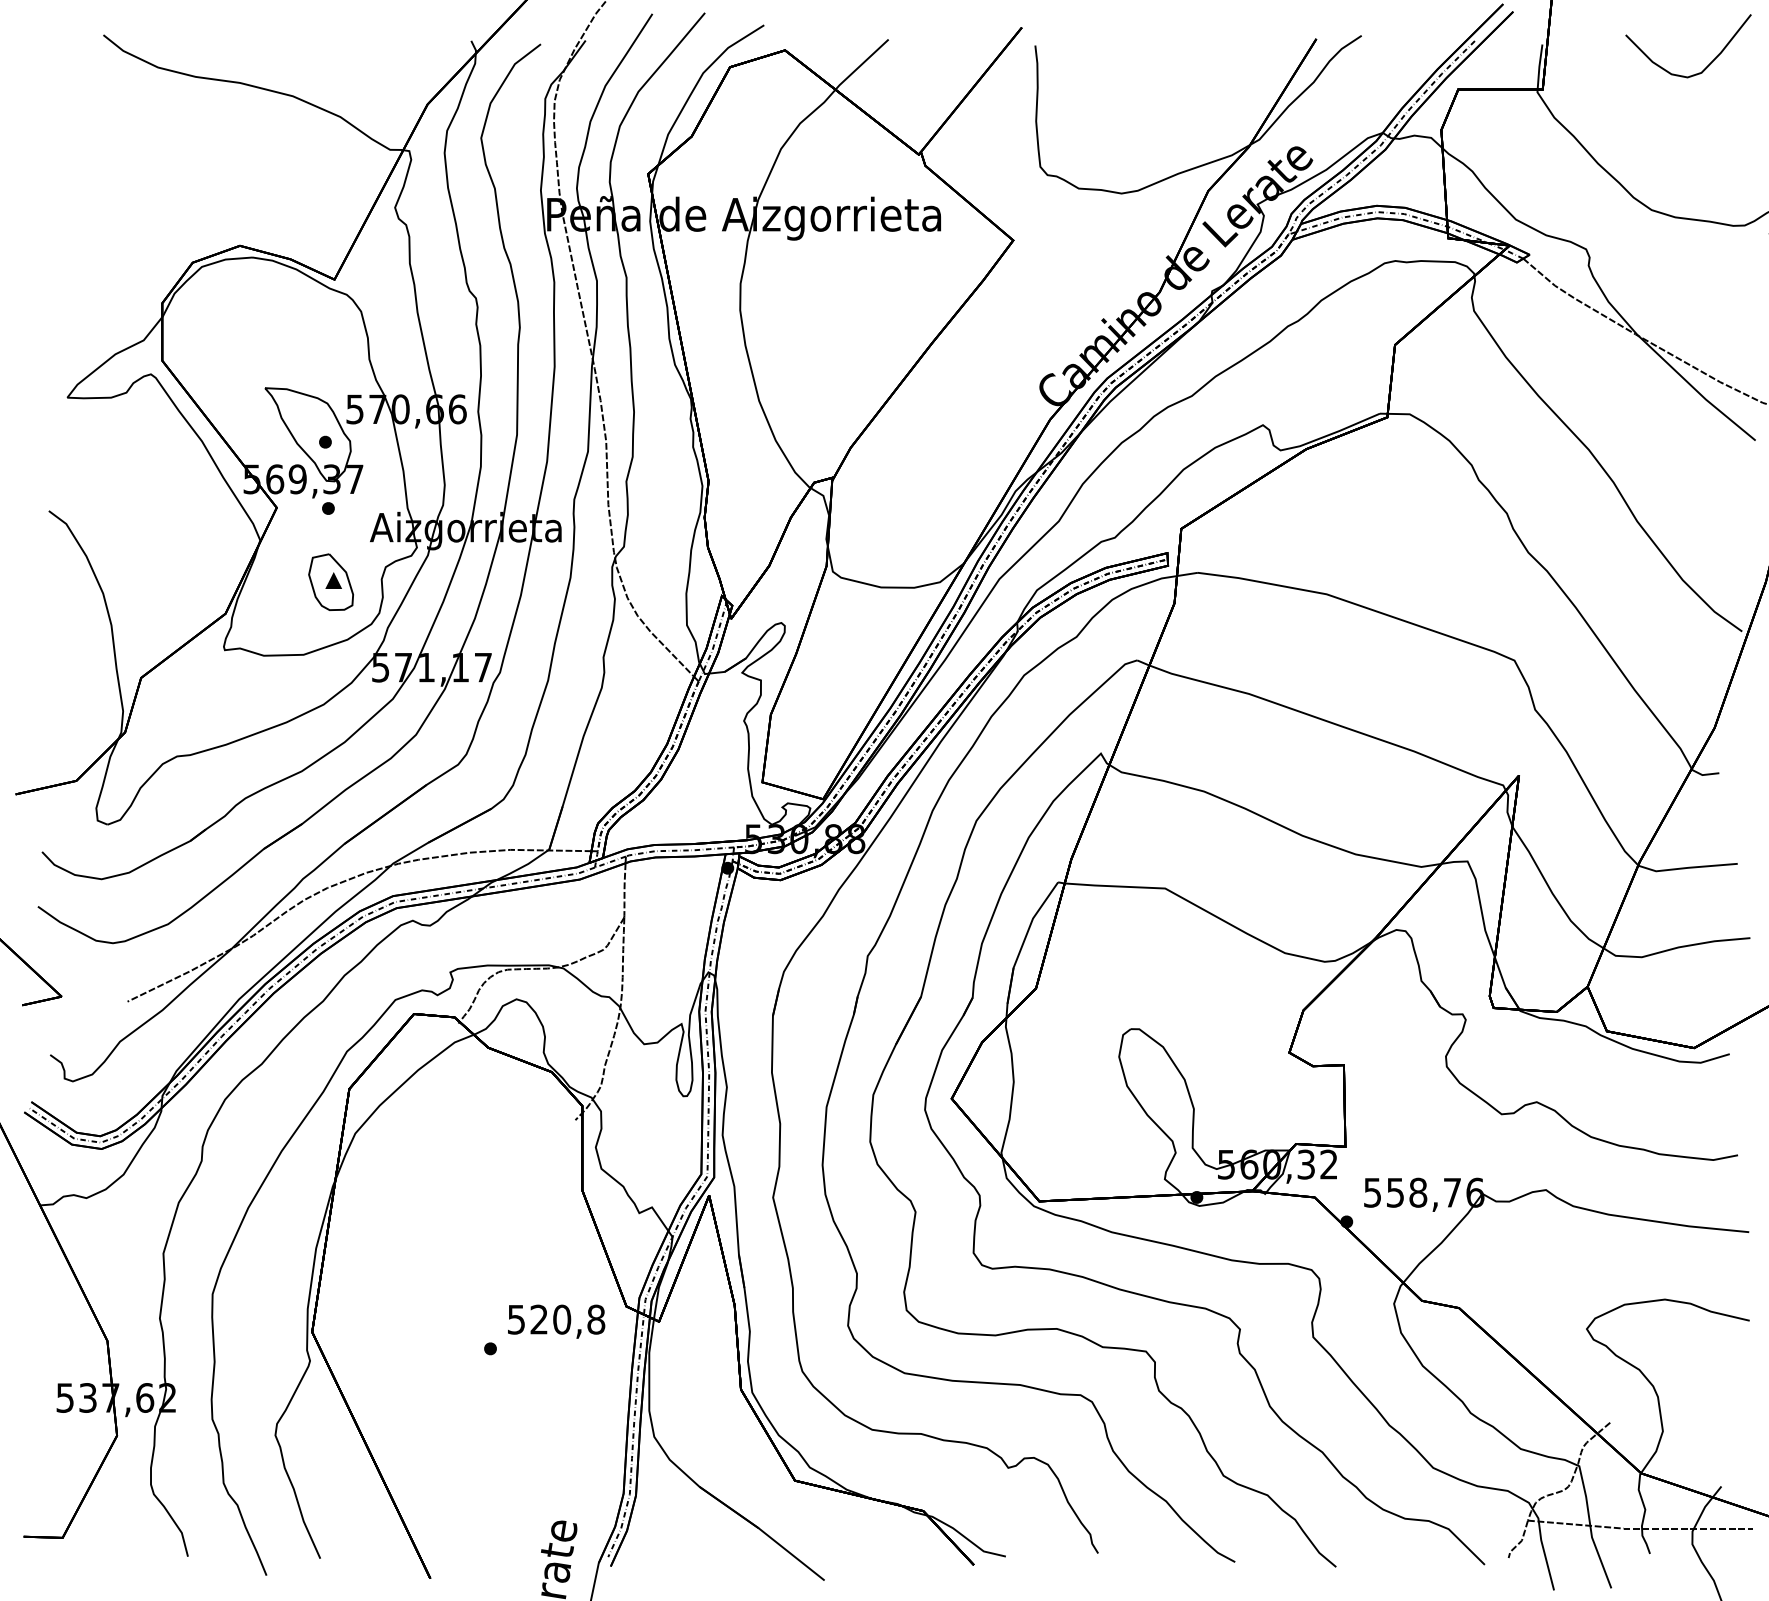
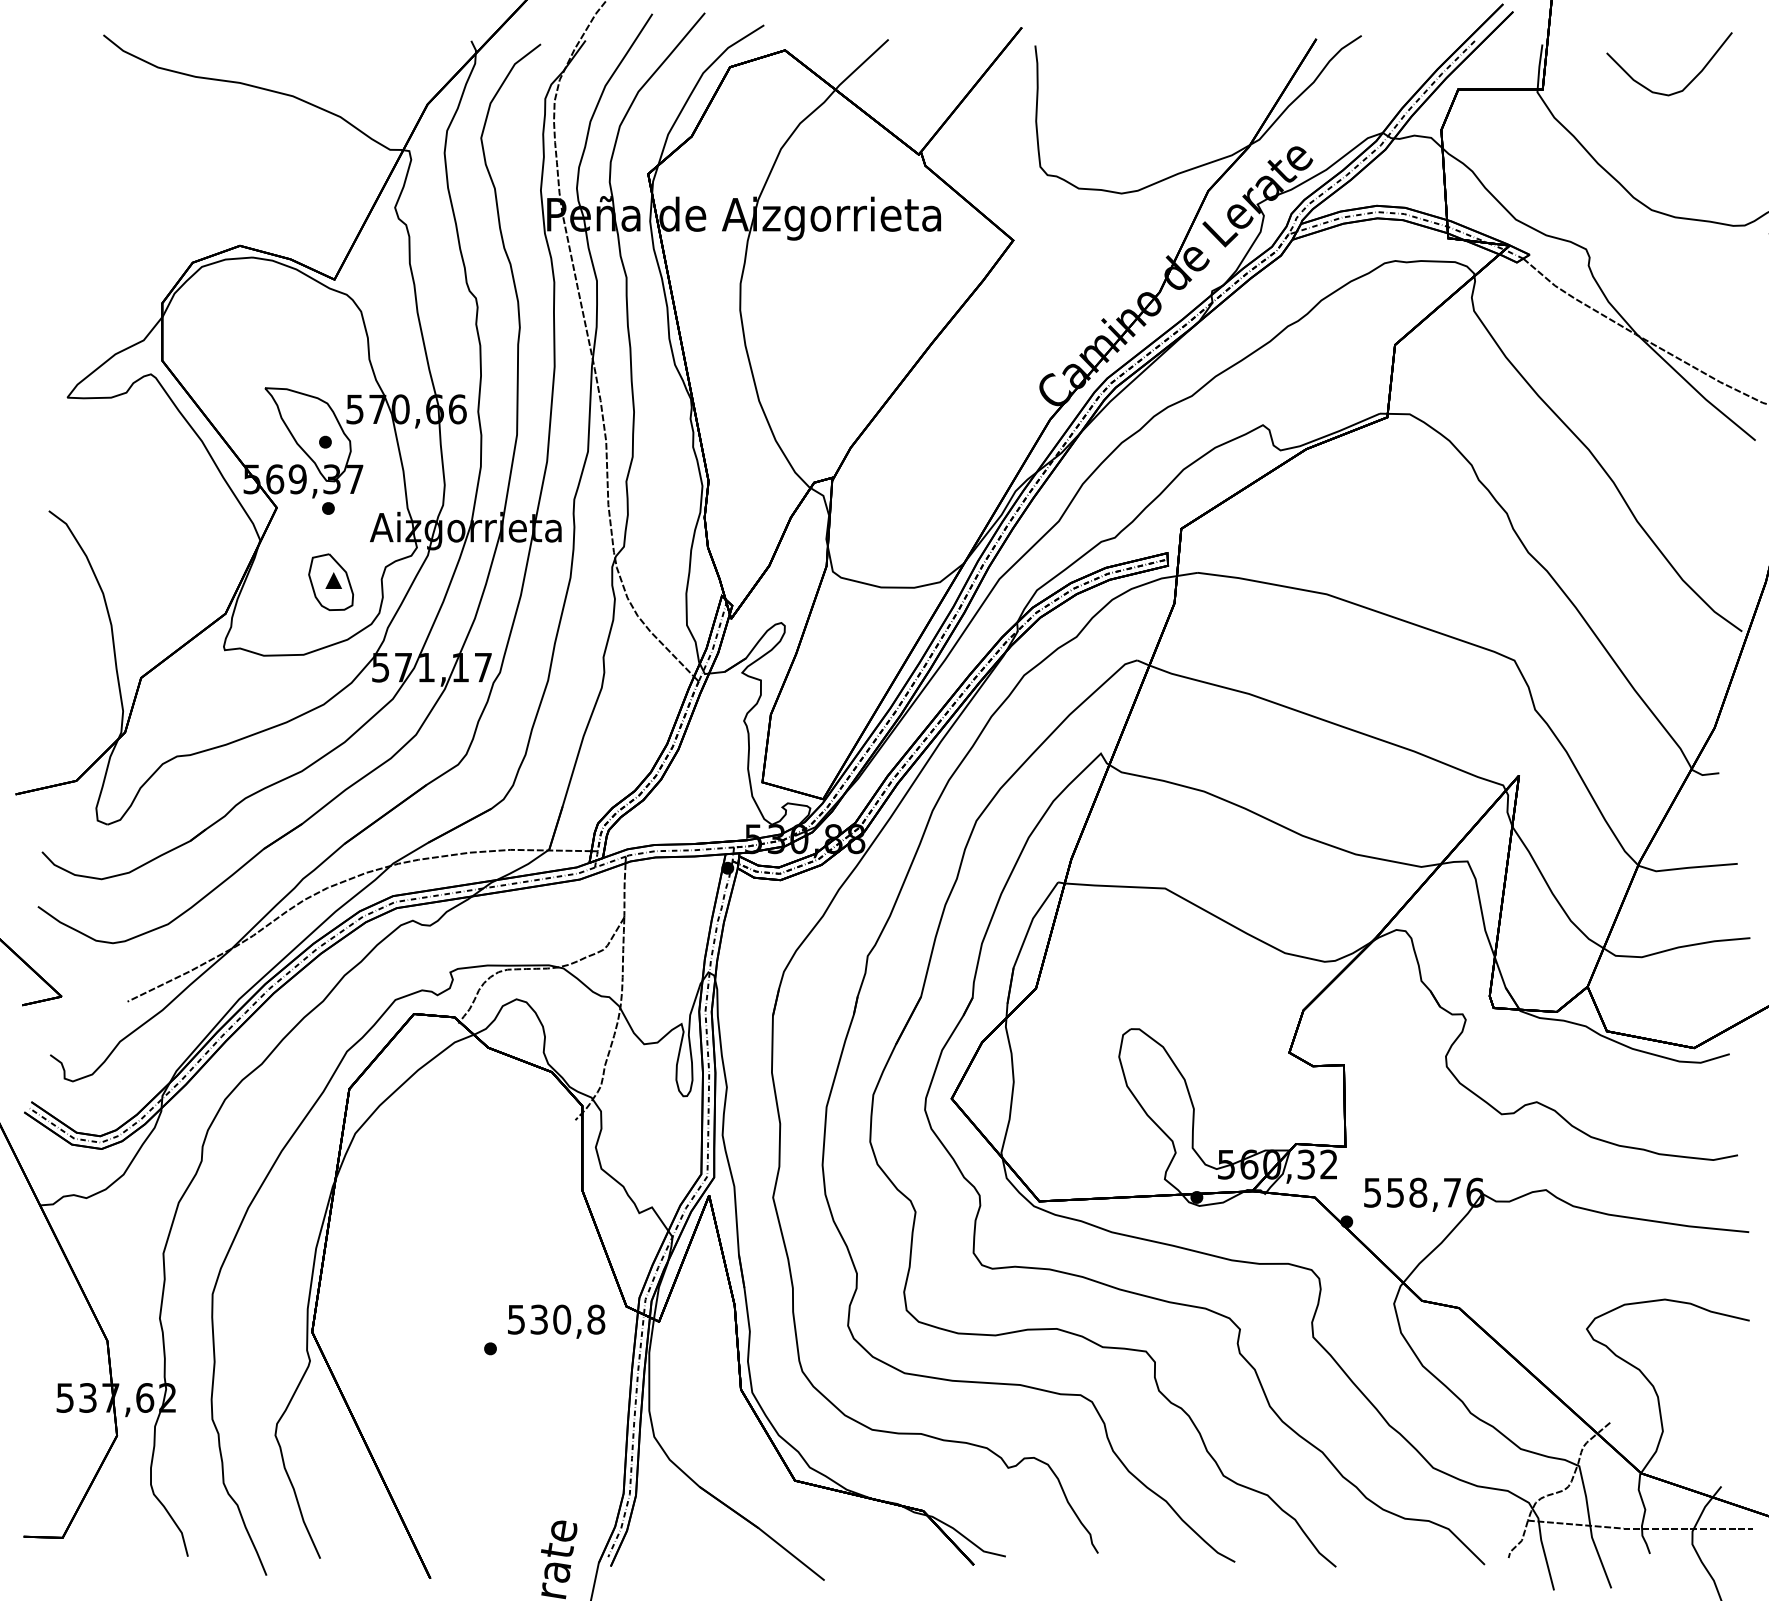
curve at (1707, 65) position: (1707, 65) -> (1688, 83)
text at (538, 1319): 520,8 -> 530,8
